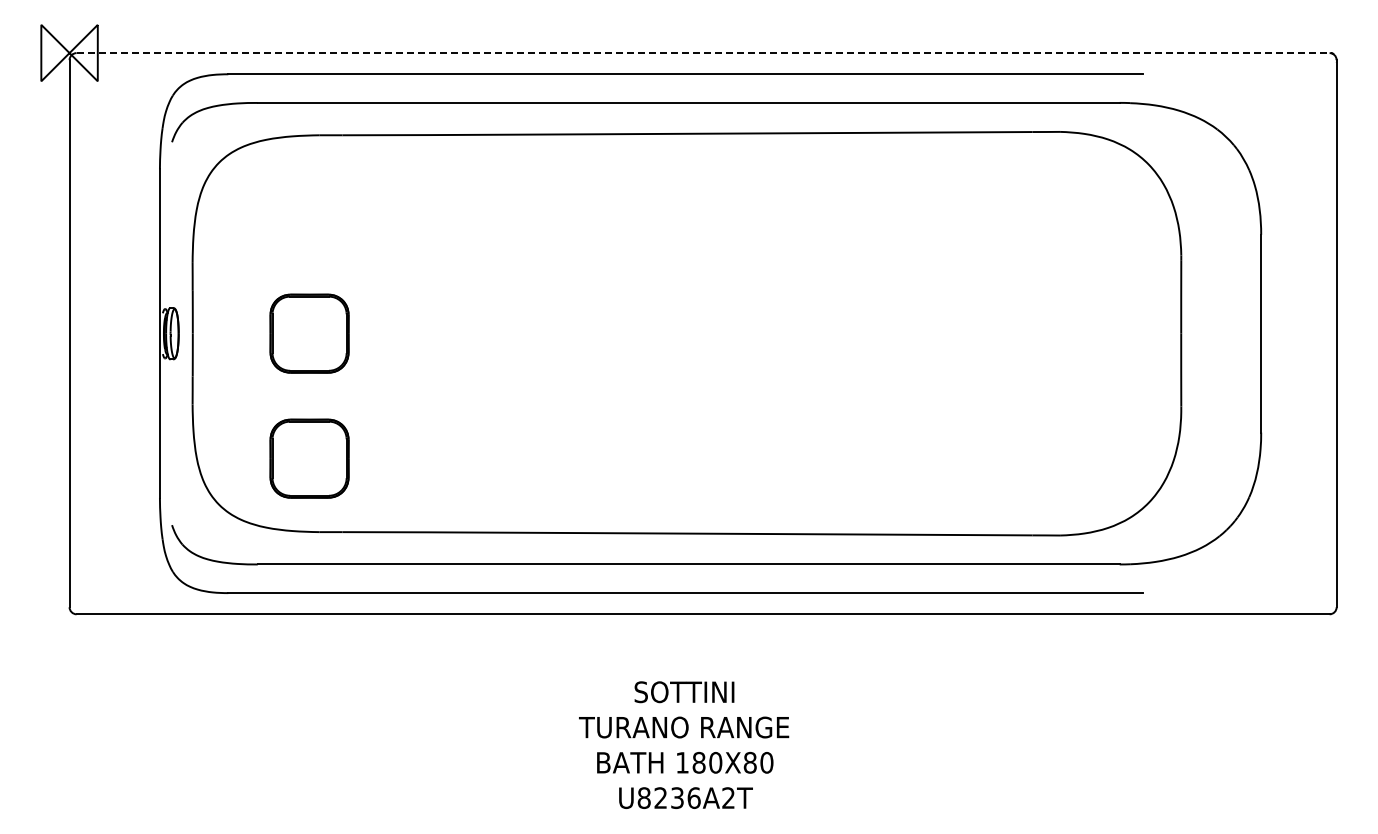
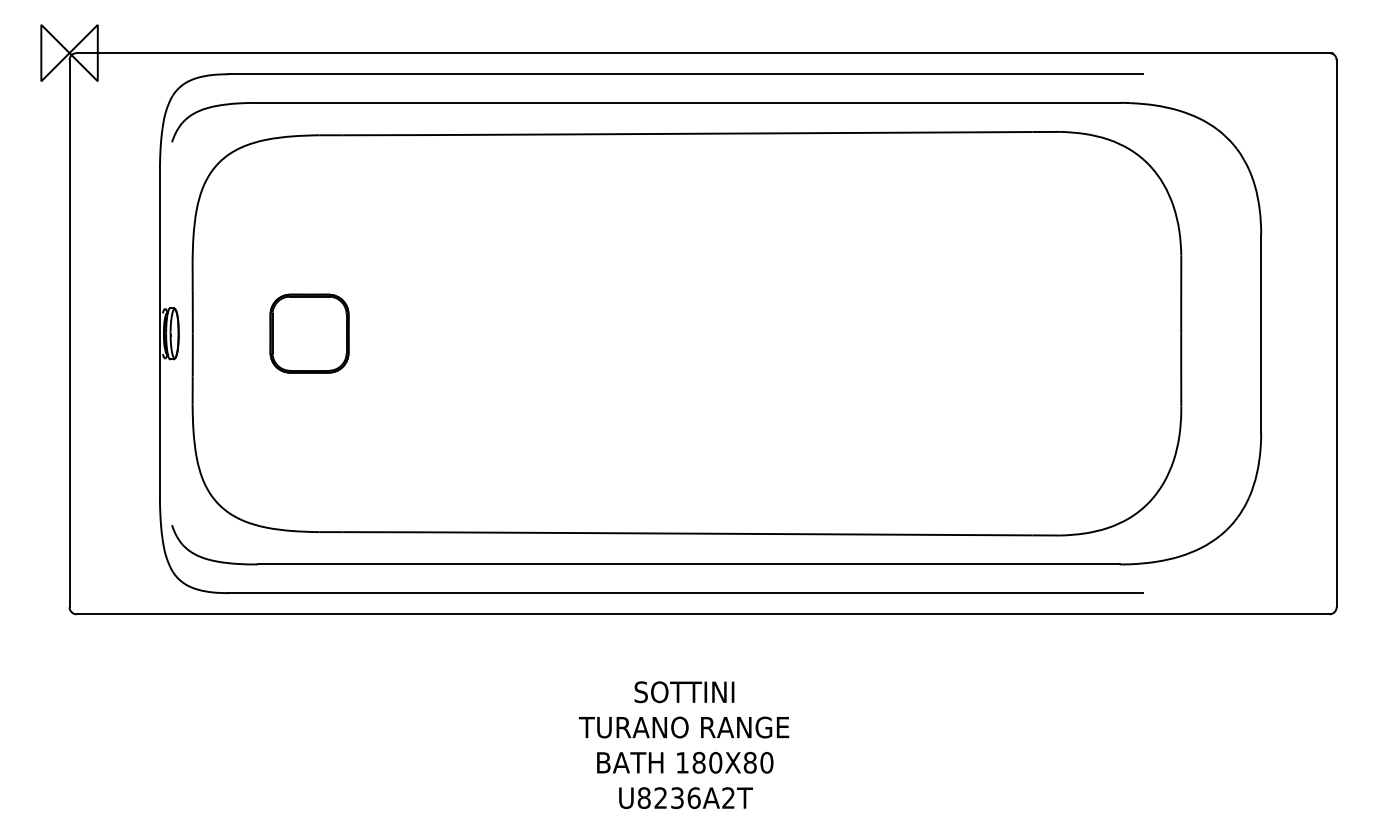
line at (704, 53): dashed -> solid
part at (309, 458): present -> none
